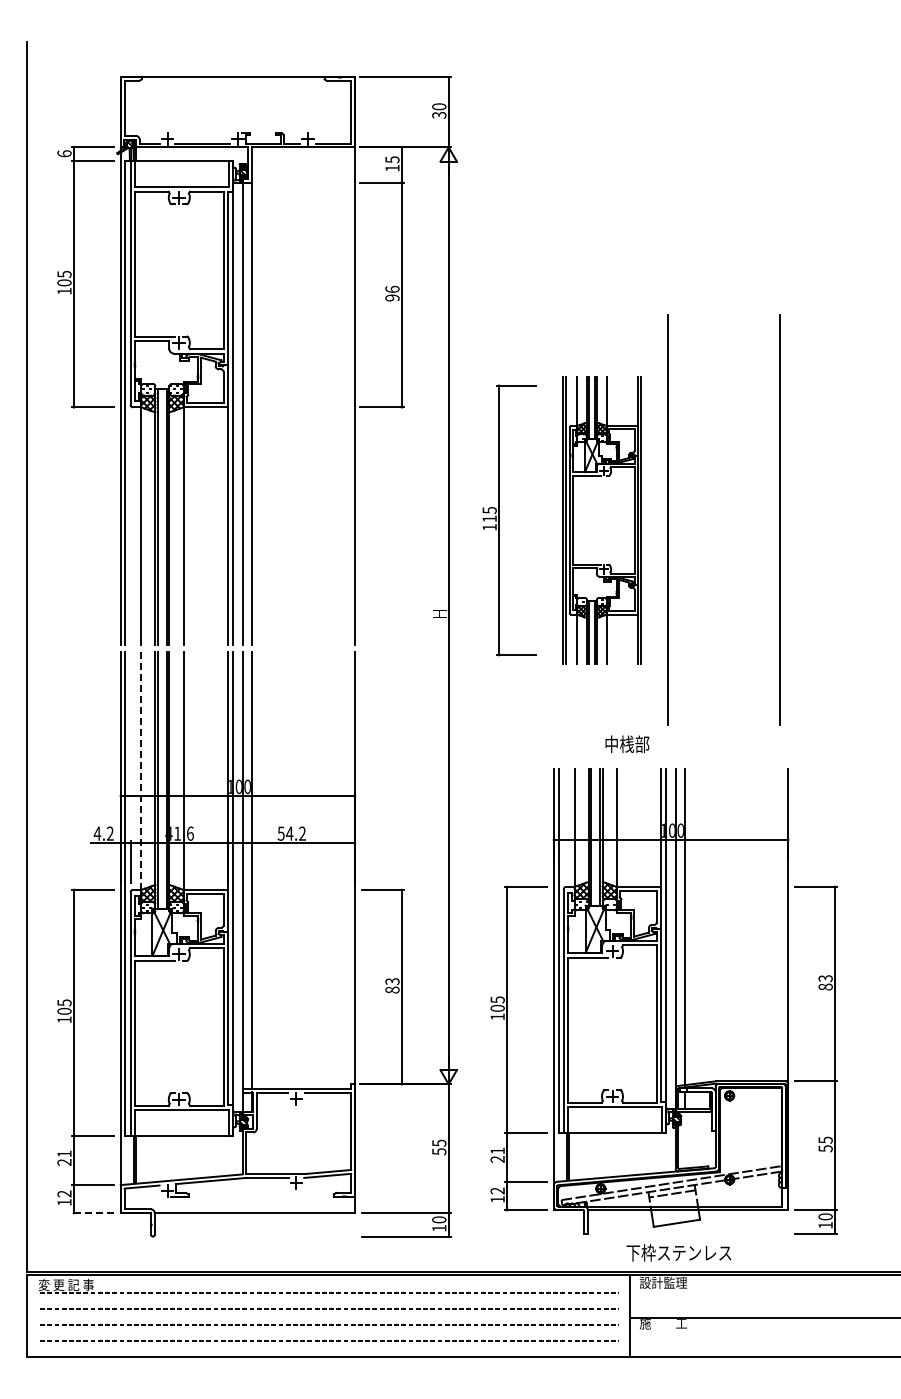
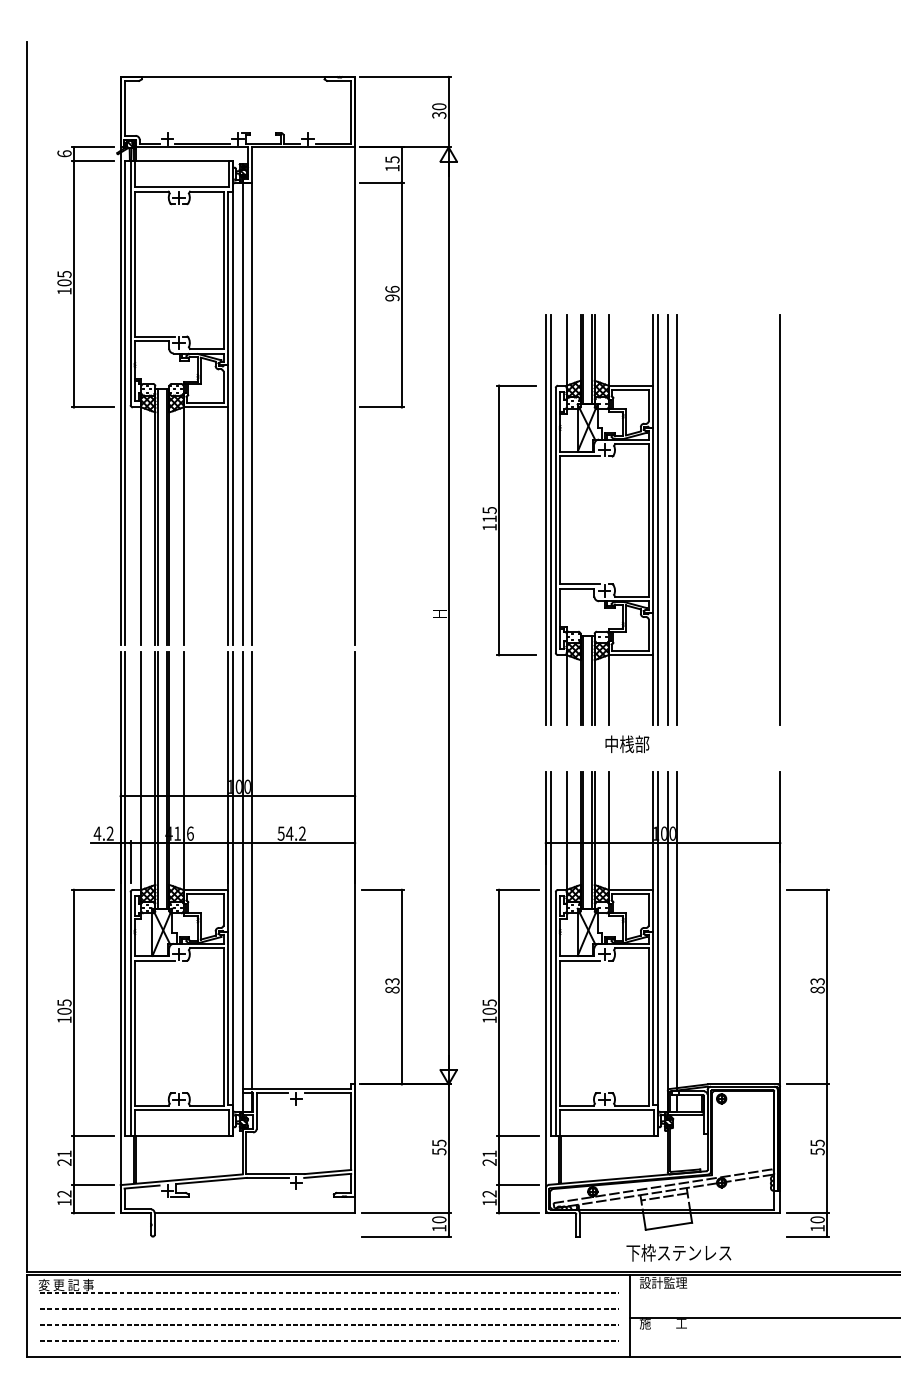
part at (601, 520) size: 80x289 px -> 114x412 px
line at (676, 520): none -> present
line at (141, 771): dashed -> solid
part at (663, 1001) position: (663, 1001) -> (655, 1004)
line at (92, 1213): dashed -> solid
